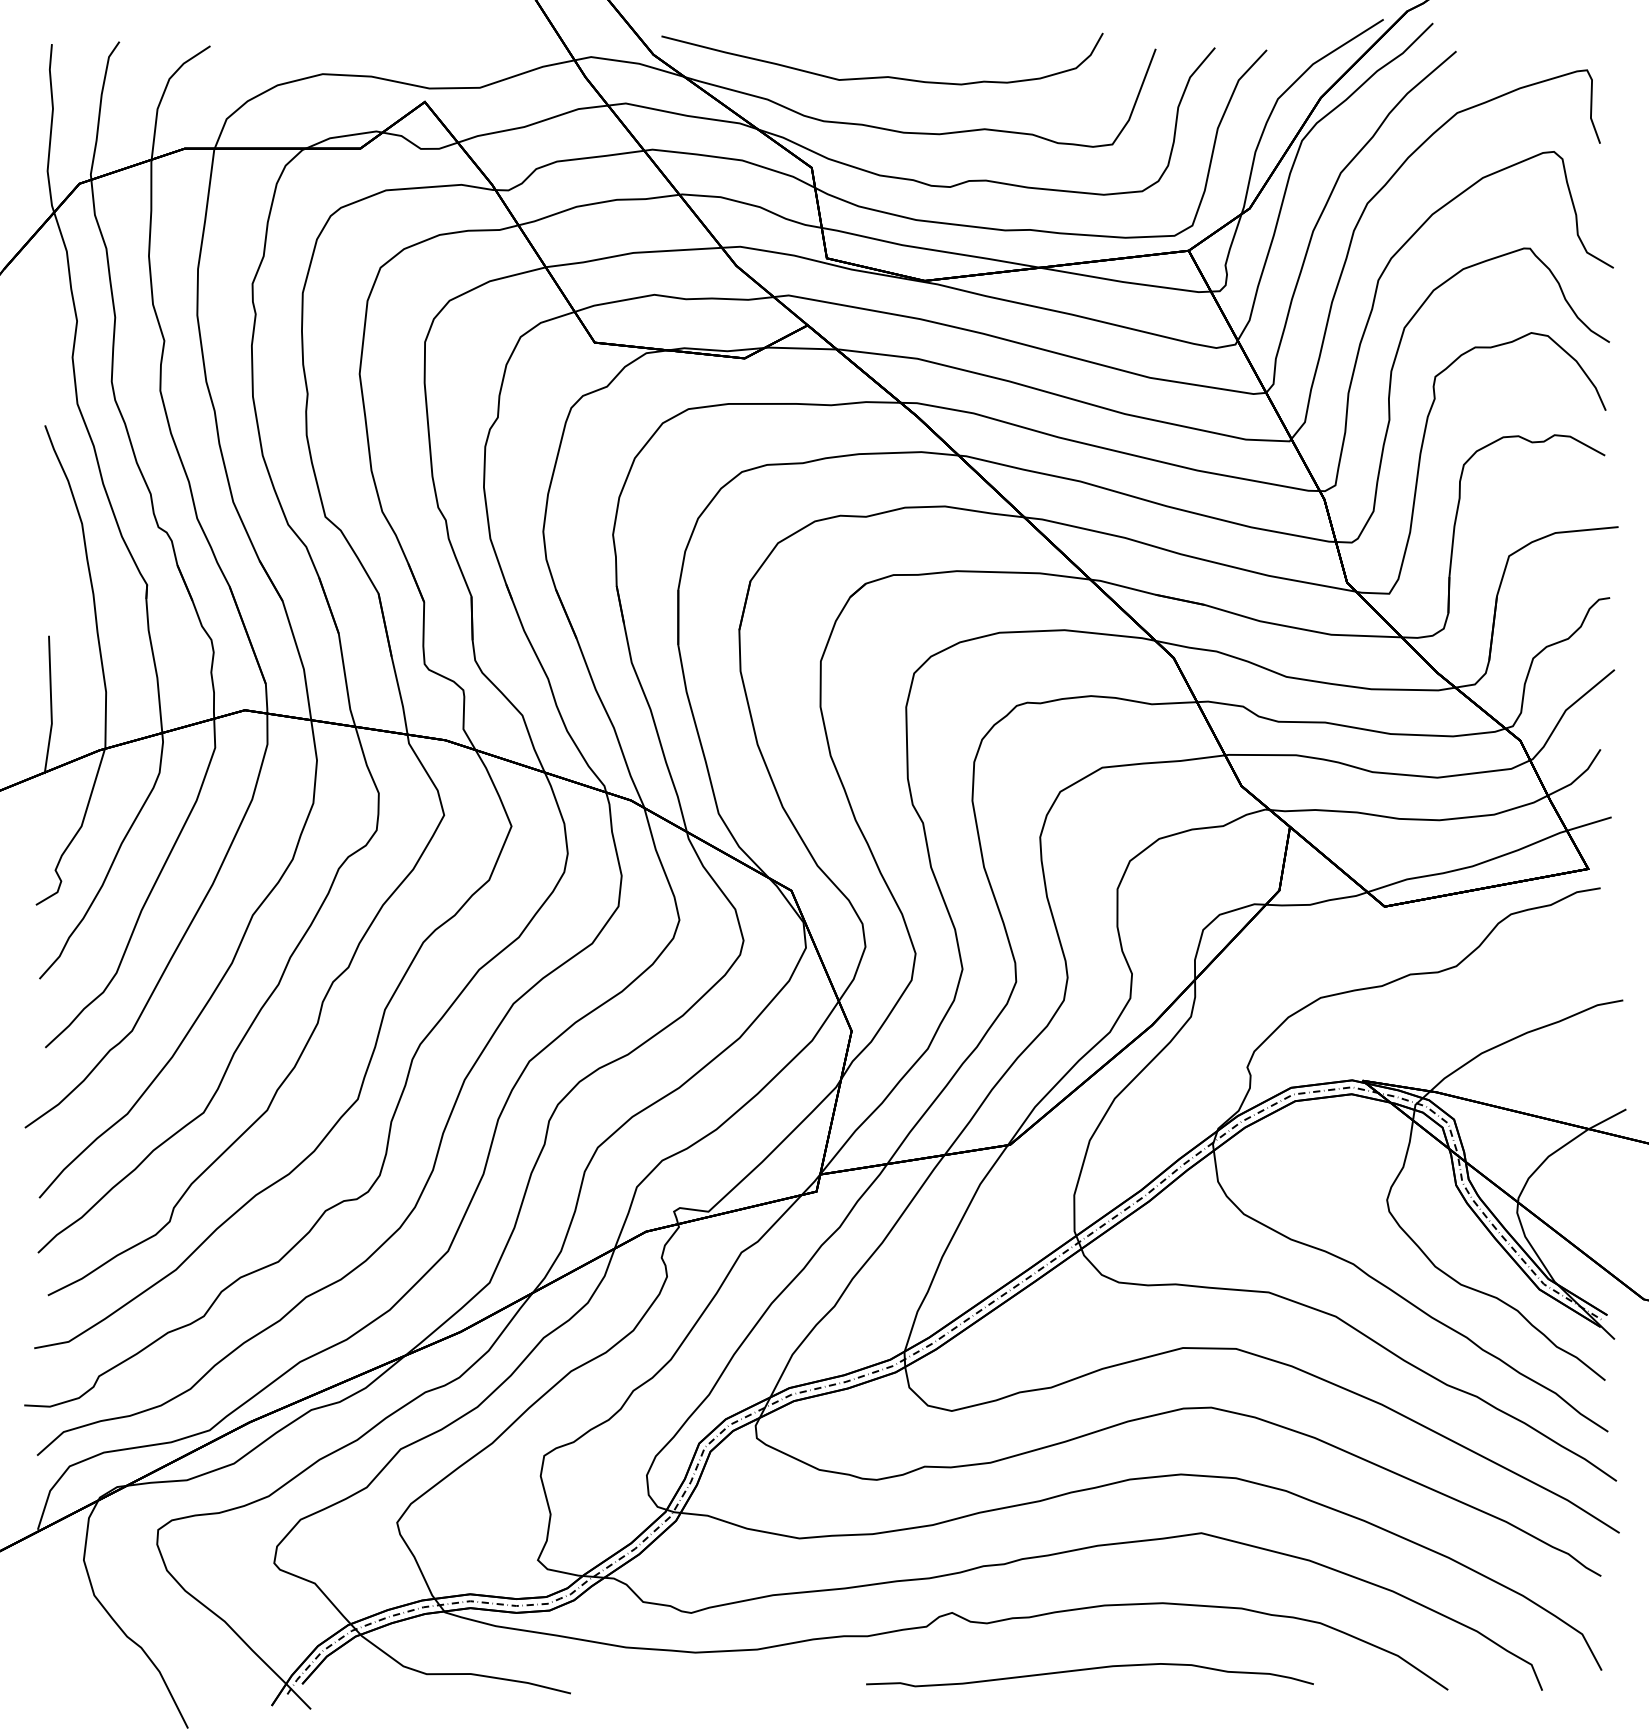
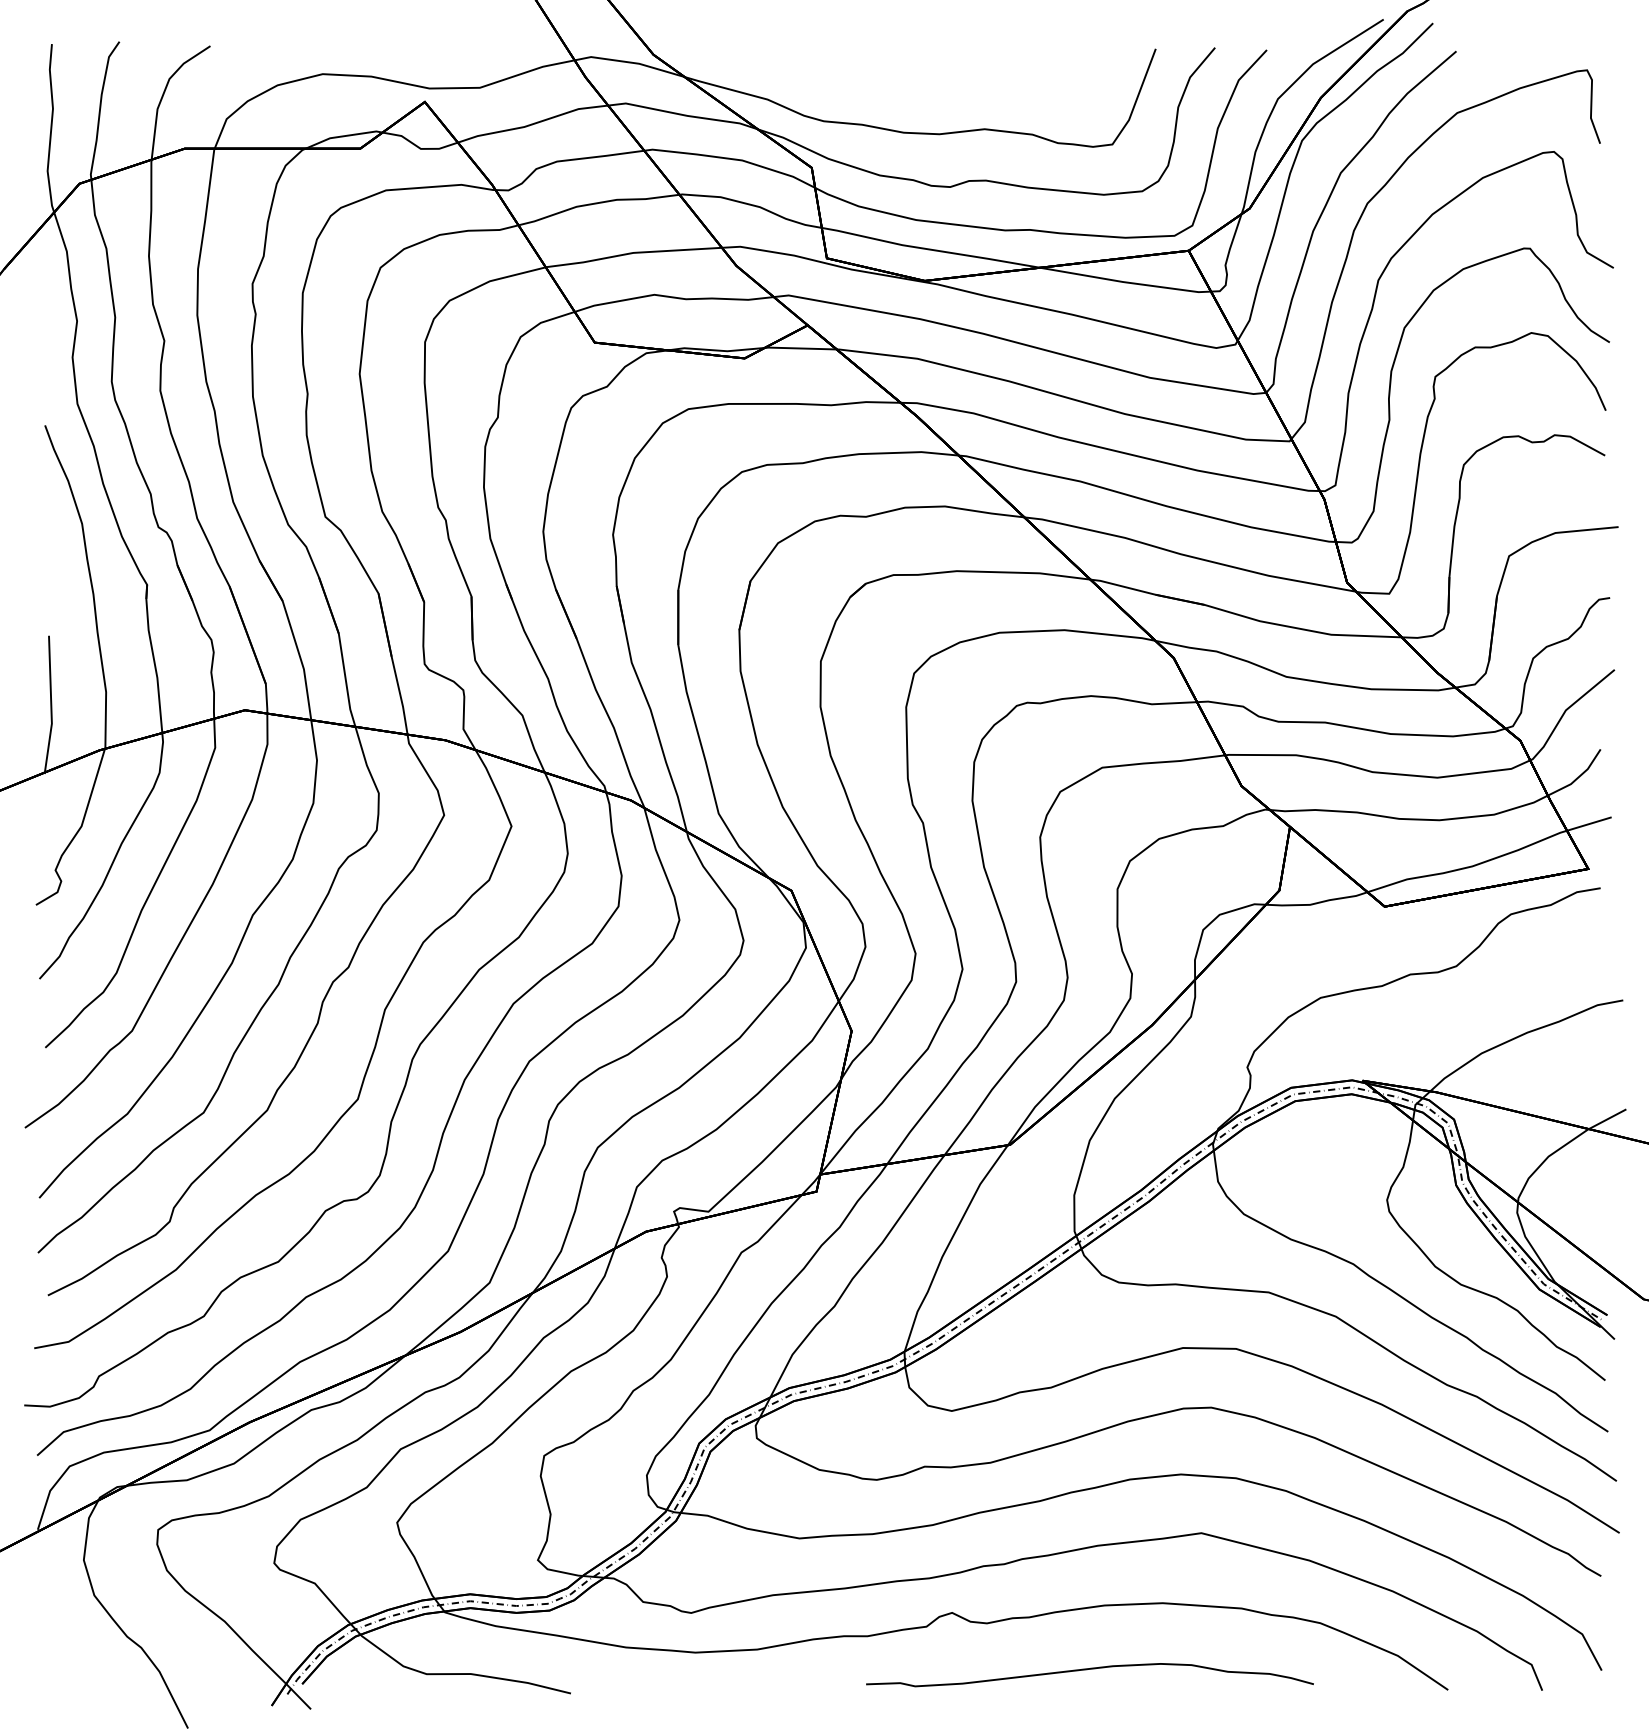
curve at (882, 76): present -> none
